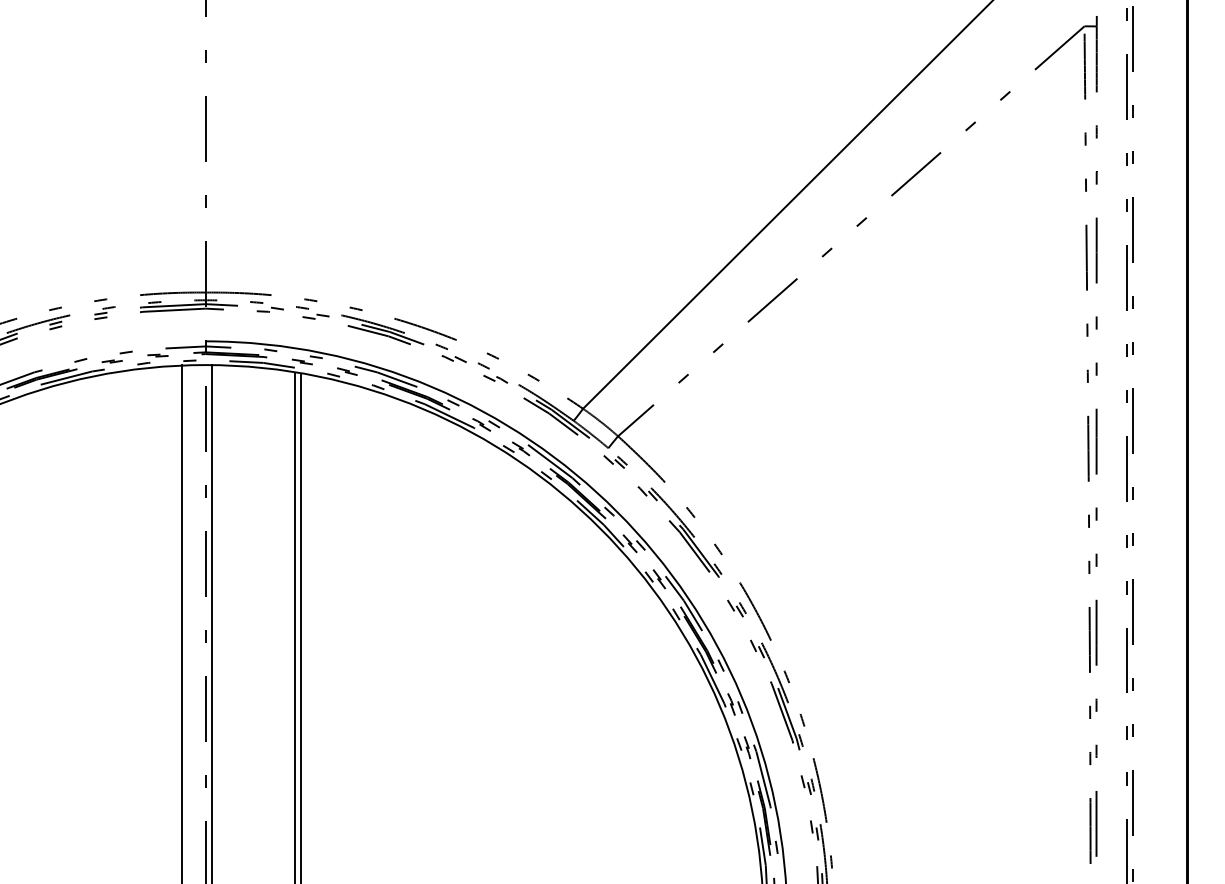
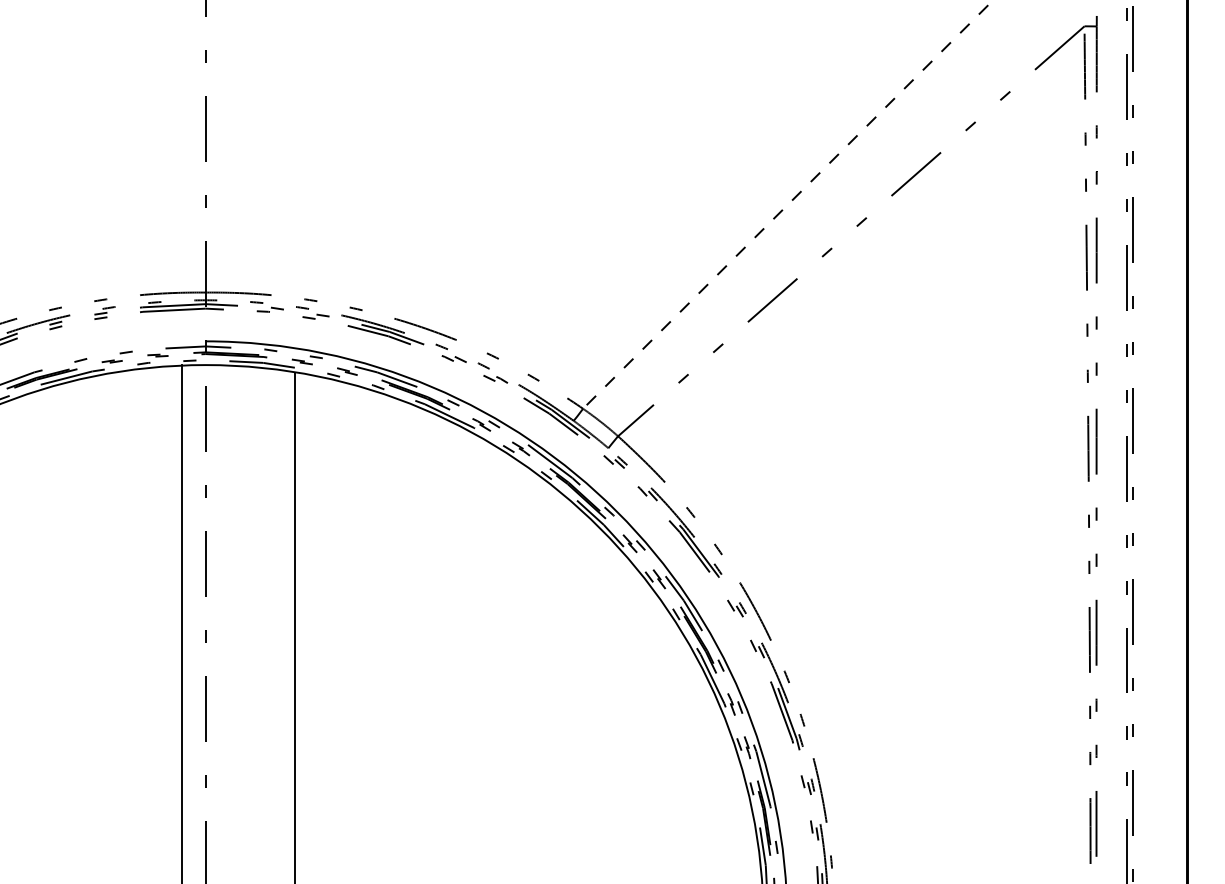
line at (787, 204): solid -> dashed
line at (211, 622): present -> none
line at (300, 627): present -> none
